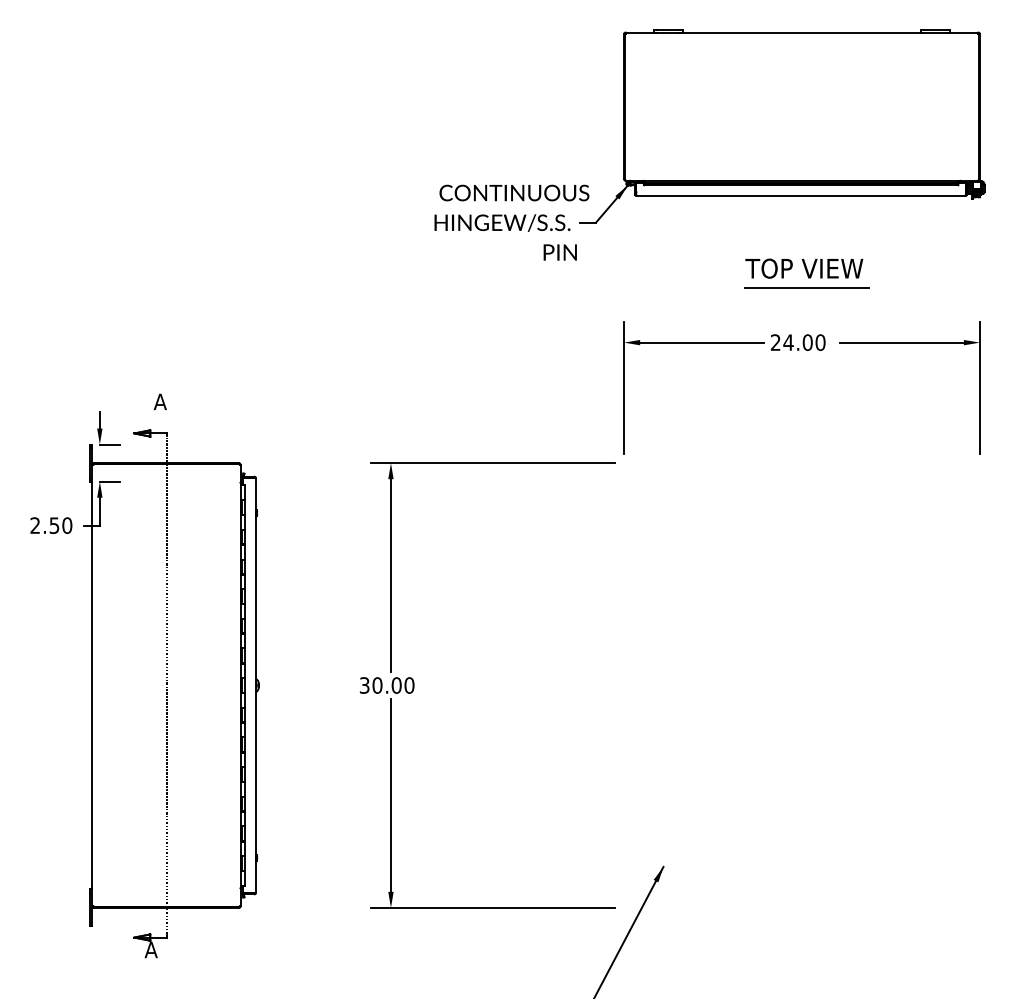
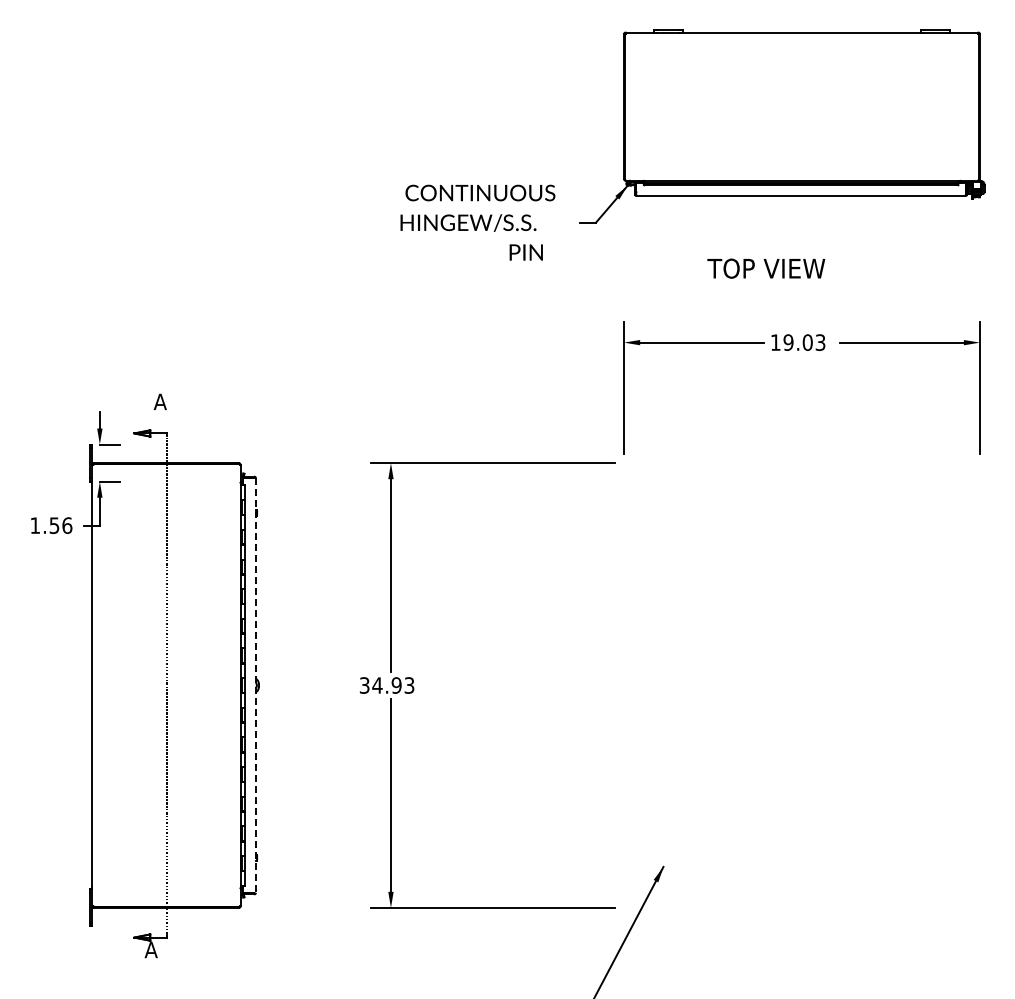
text at (511, 222) position: (511, 222) -> (477, 222)
text at (804, 268) position: (804, 268) -> (766, 268)
line at (806, 288): present -> none
text at (797, 342): 24.00 -> 19.03
text at (51, 525): 2.50 -> 1.56
text at (393, 685): 30.00 -> 34.93
line at (255, 686): solid -> dashed
